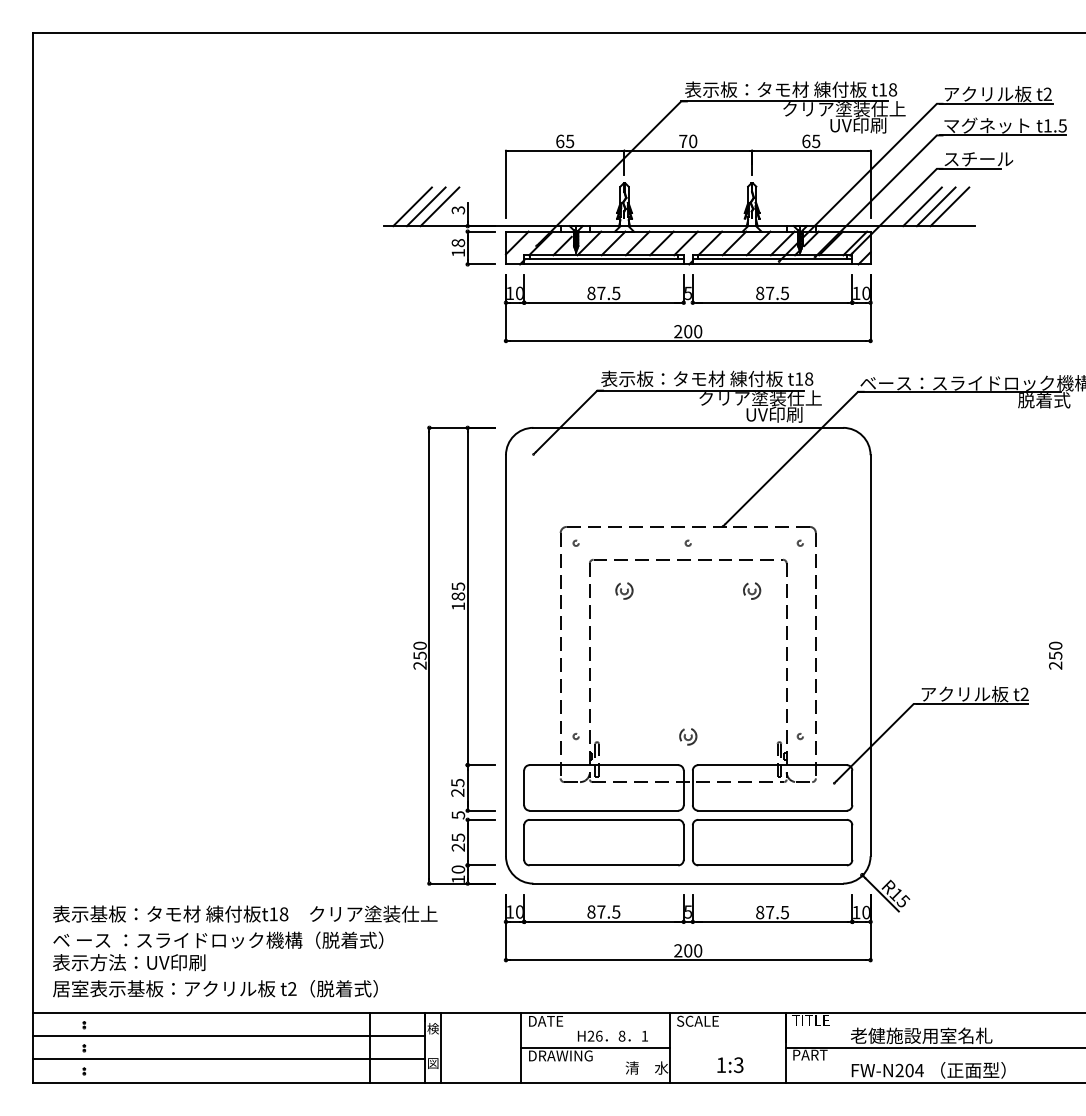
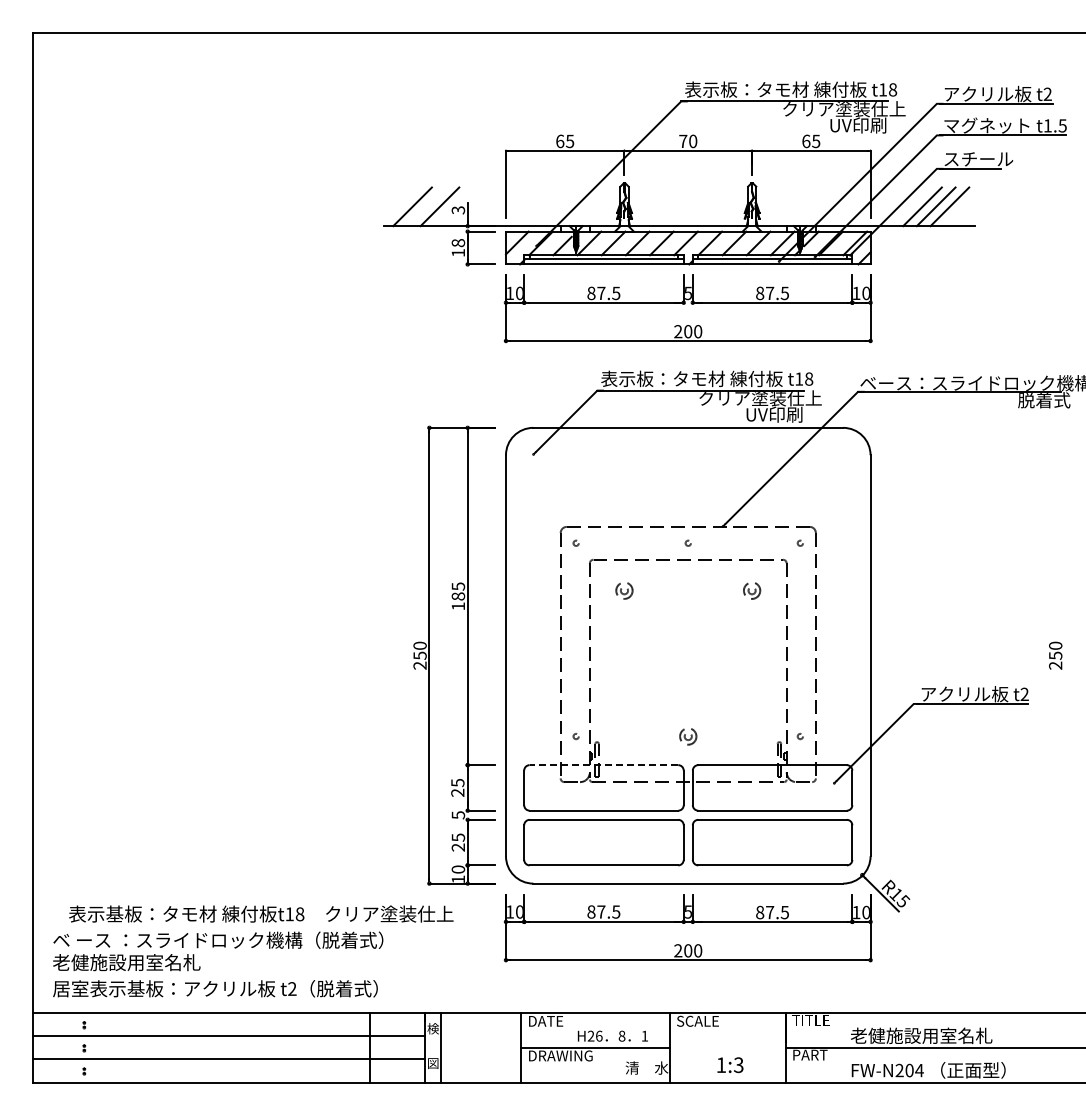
line at (425, 206): present -> none
line at (603, 765): solid -> dashed
text at (245, 913) position: (245, 913) -> (261, 913)
text at (129, 962): 表示方法：UV印刷 -> 老健施設用室名札
